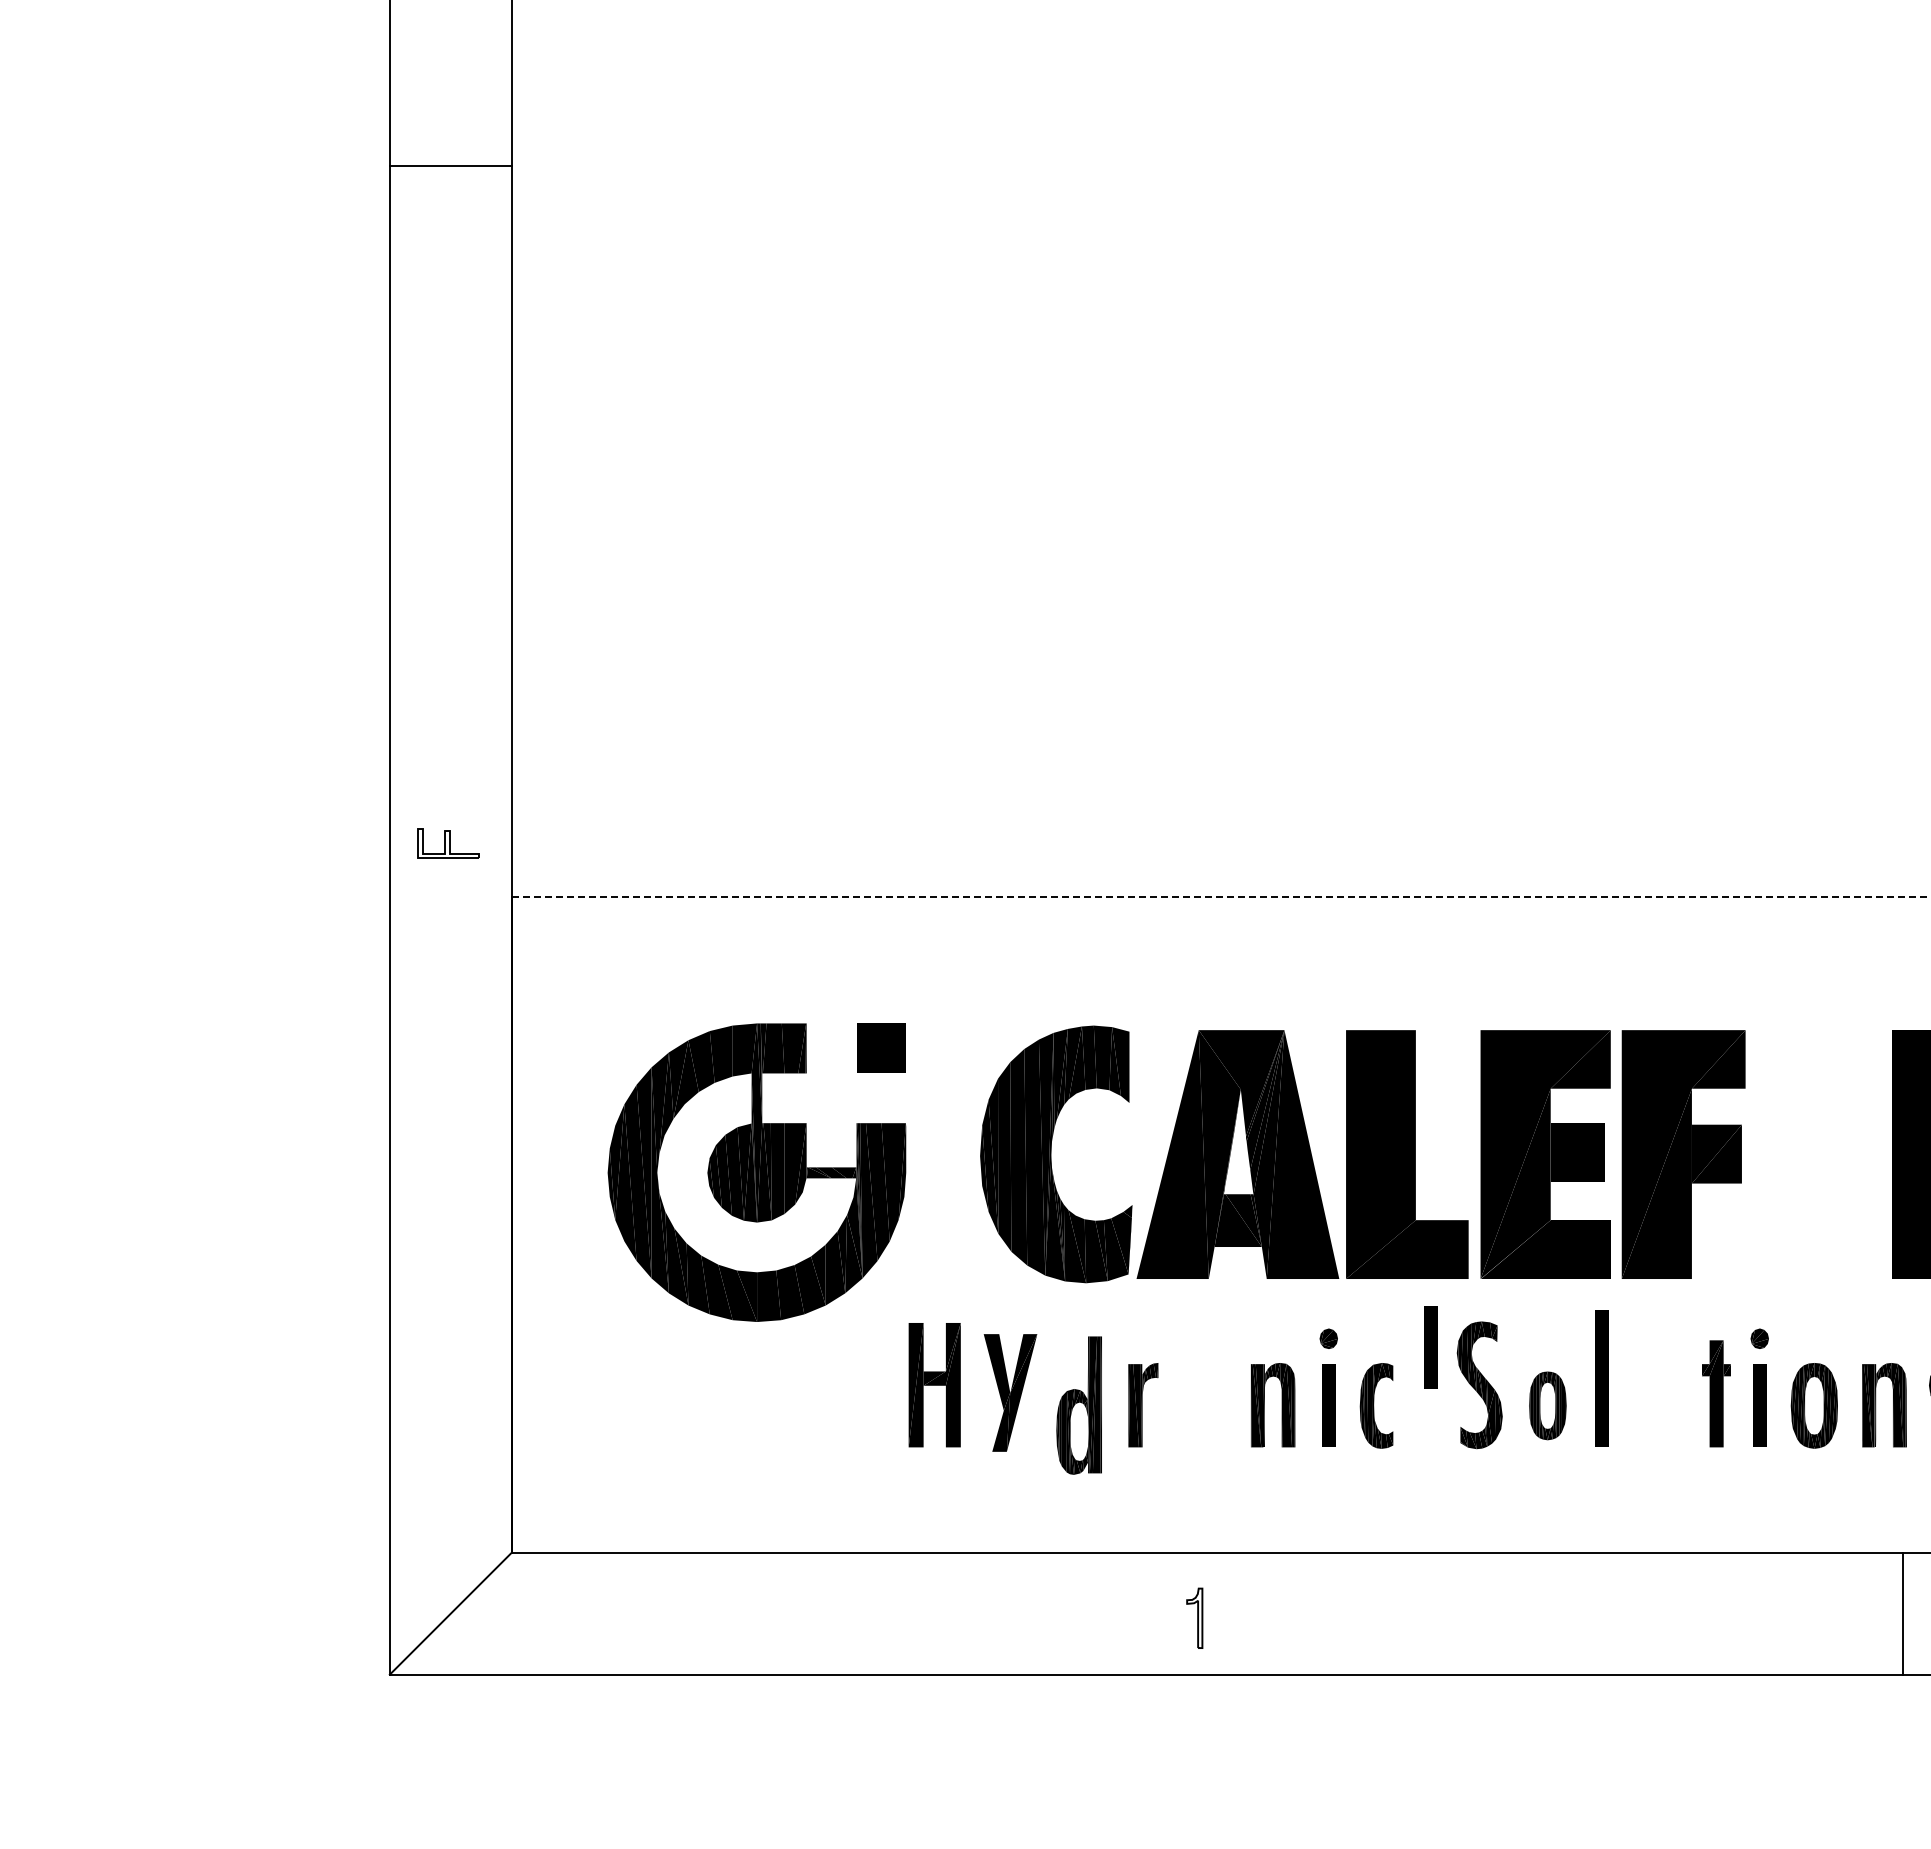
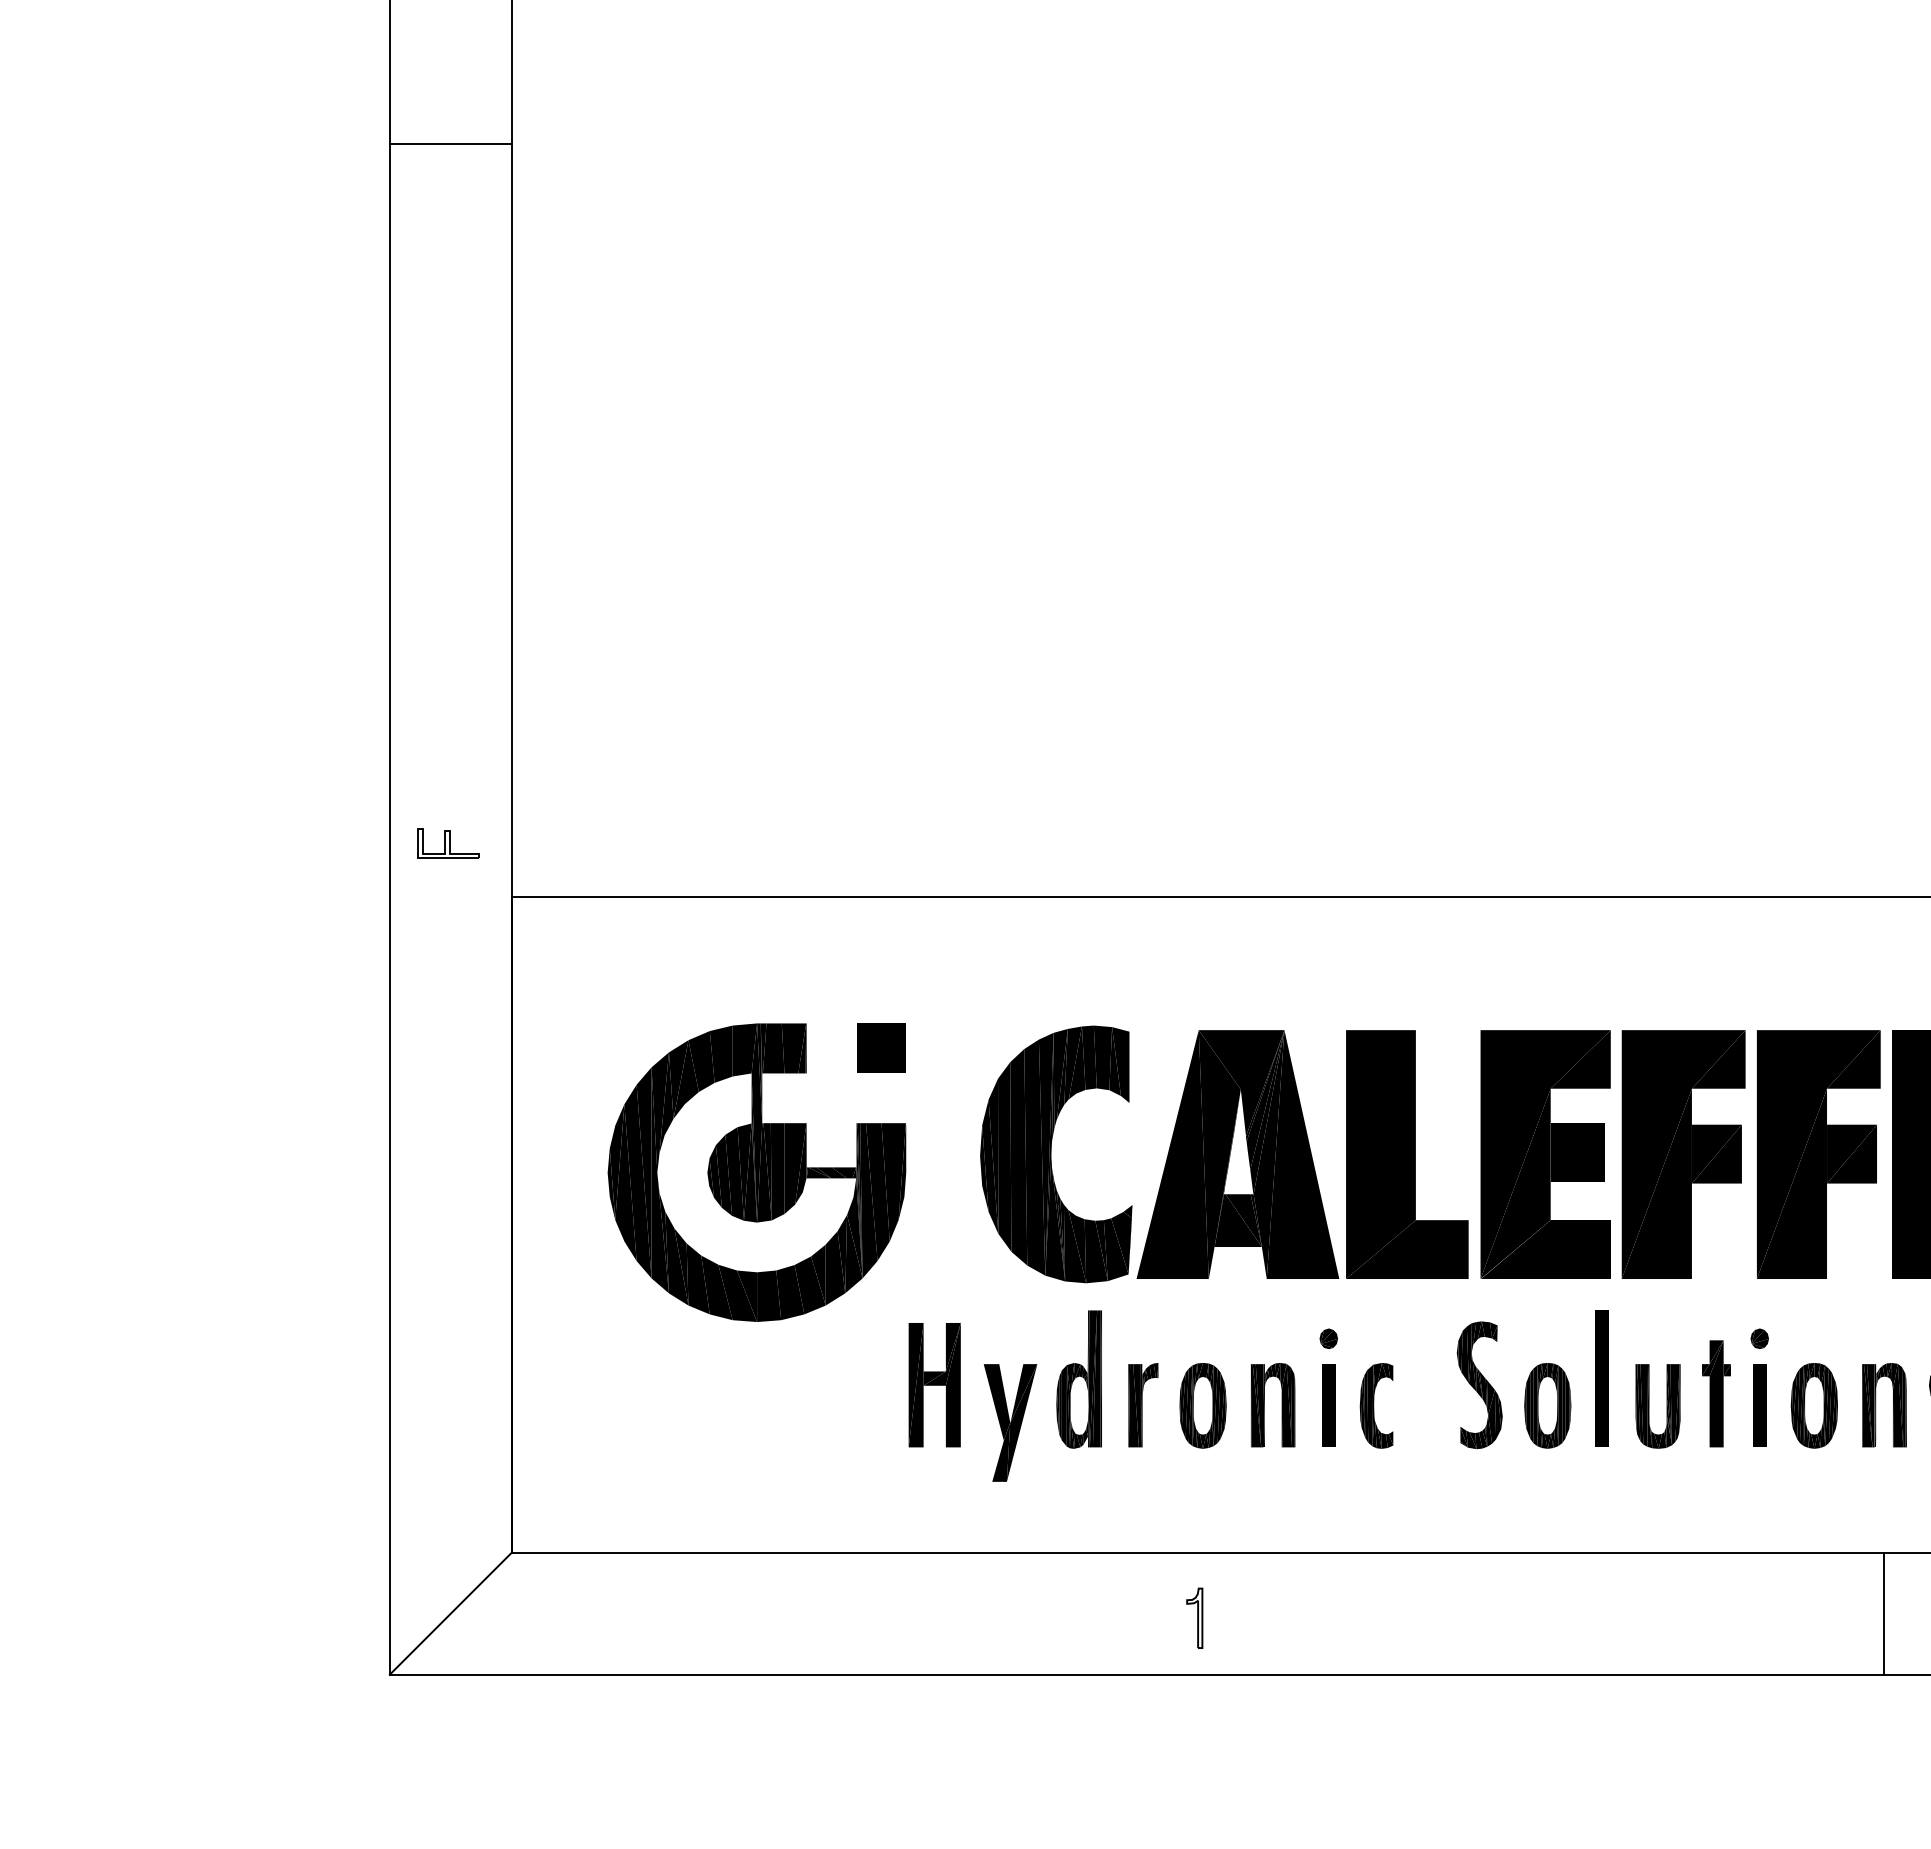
line at (450, 166) position: (450, 166) -> (450, 144)
line at (1221, 896): dashed -> solid
part at (1818, 1154): none -> present
part at (1430, 1347): present -> none
part at (1010, 1392) position: (1010, 1392) -> (1010, 1422)
part at (1078, 1405) position: (1078, 1405) -> (1078, 1379)
part at (1202, 1405): none -> present
part at (1547, 1405) size: 38x70 px -> 48x86 px
part at (1649, 1406): none -> present
line at (1903, 1613) position: (1903, 1613) -> (1884, 1613)
